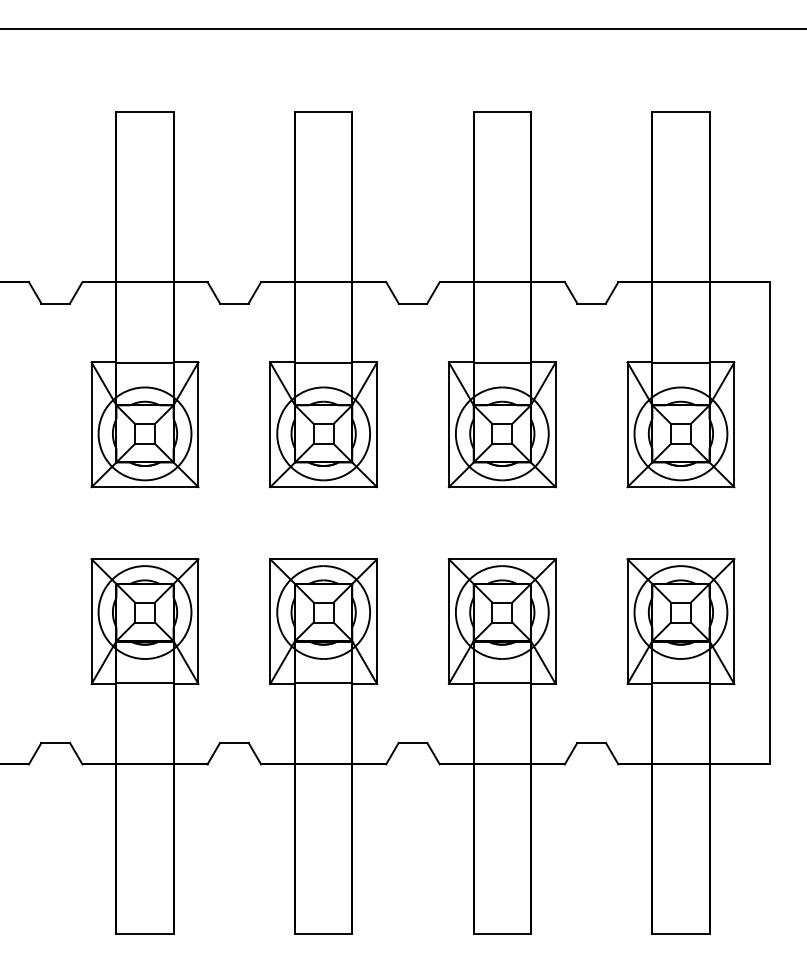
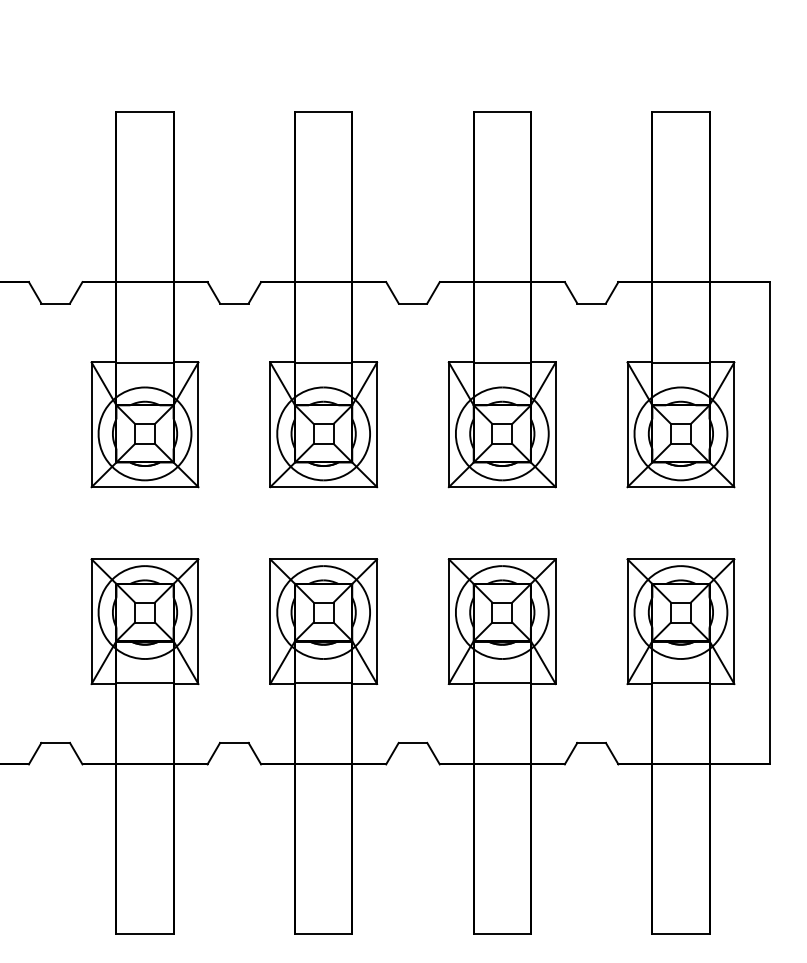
line at (402, 28): present -> none
